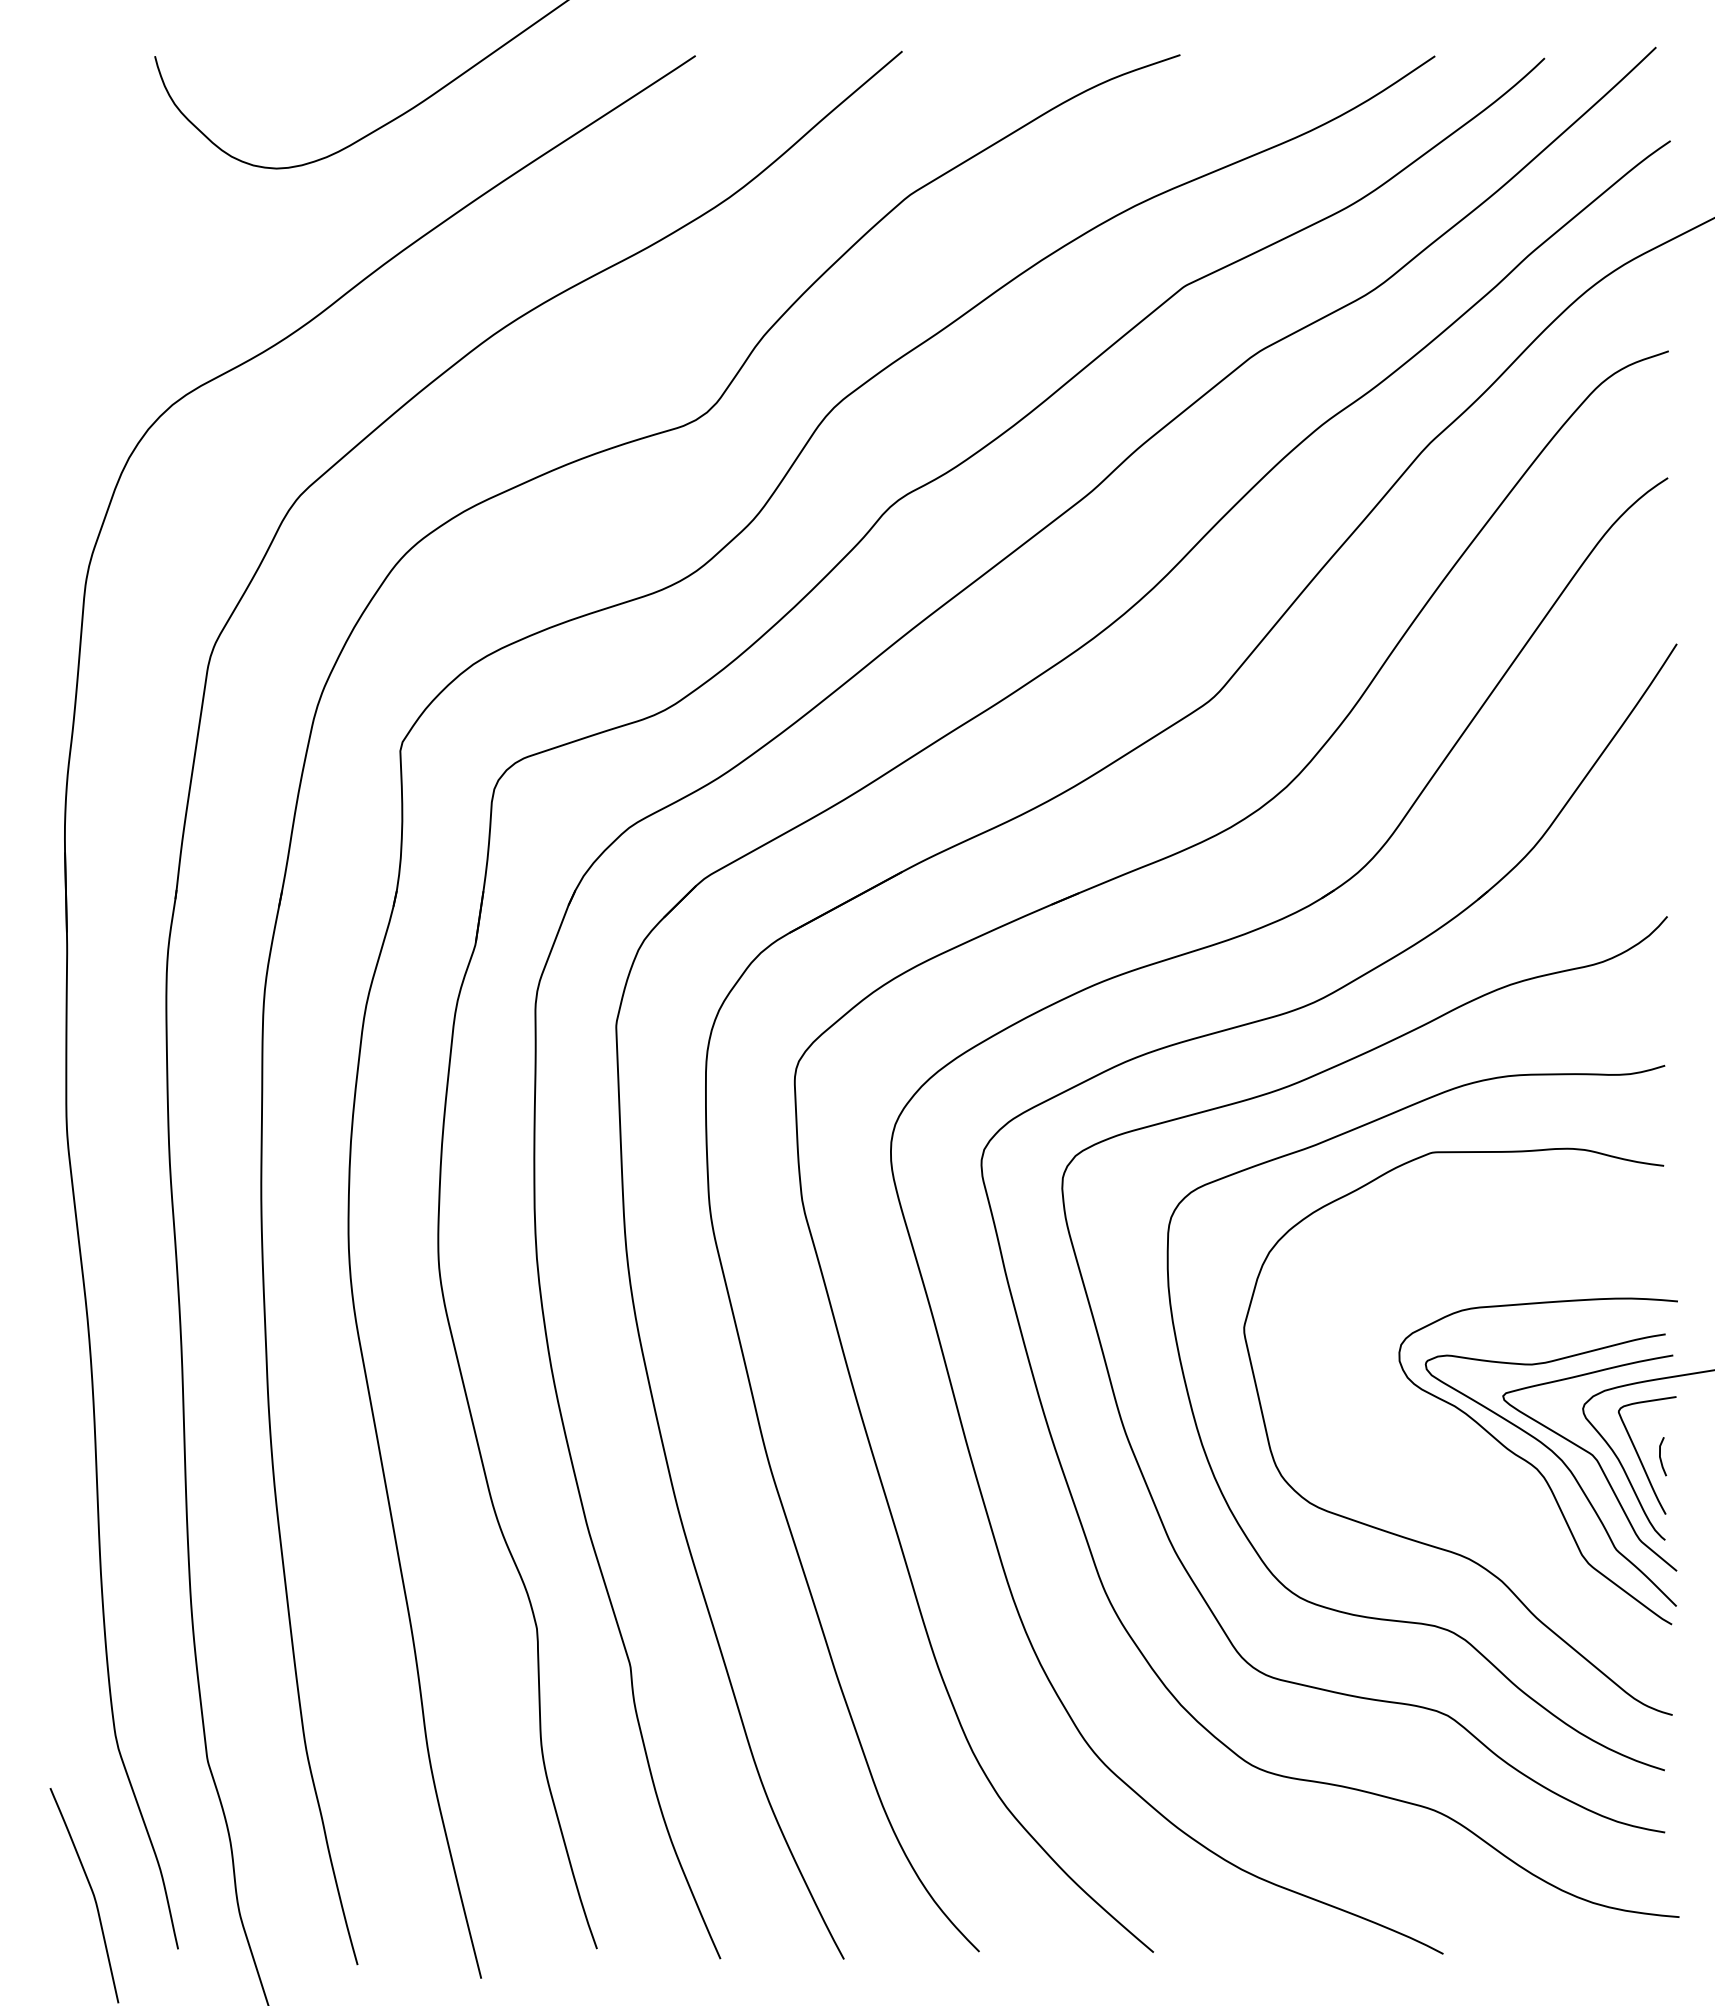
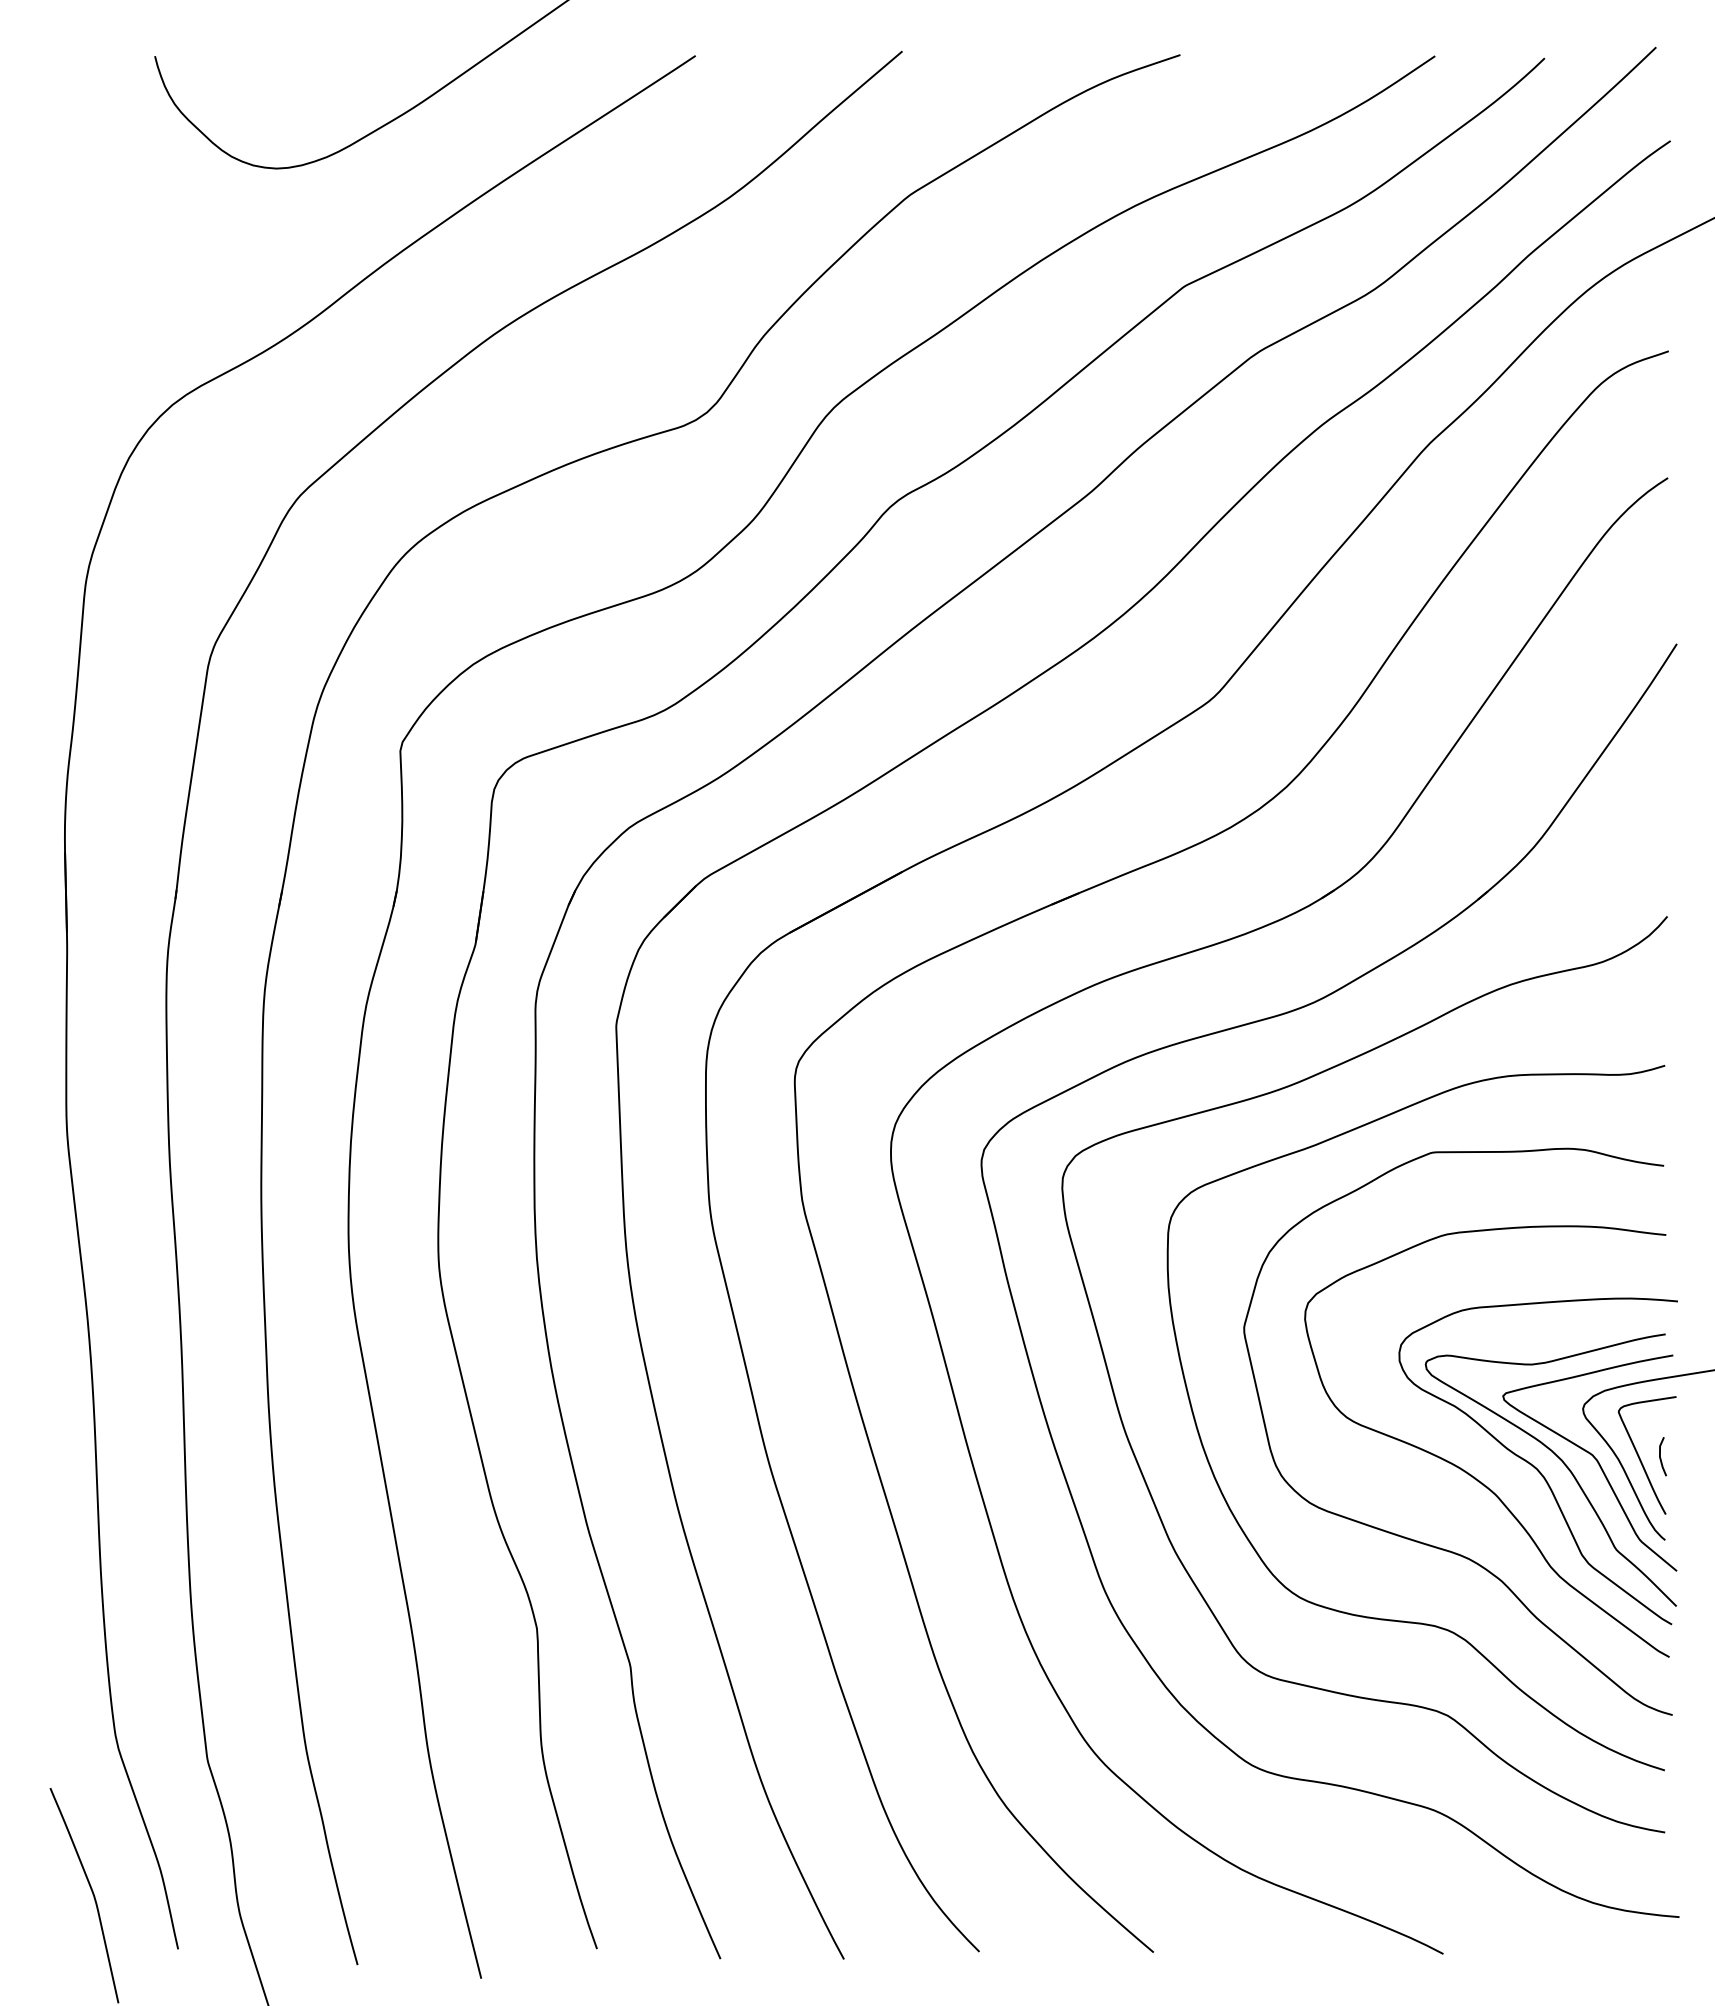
curve at (1465, 1470): none -> present
